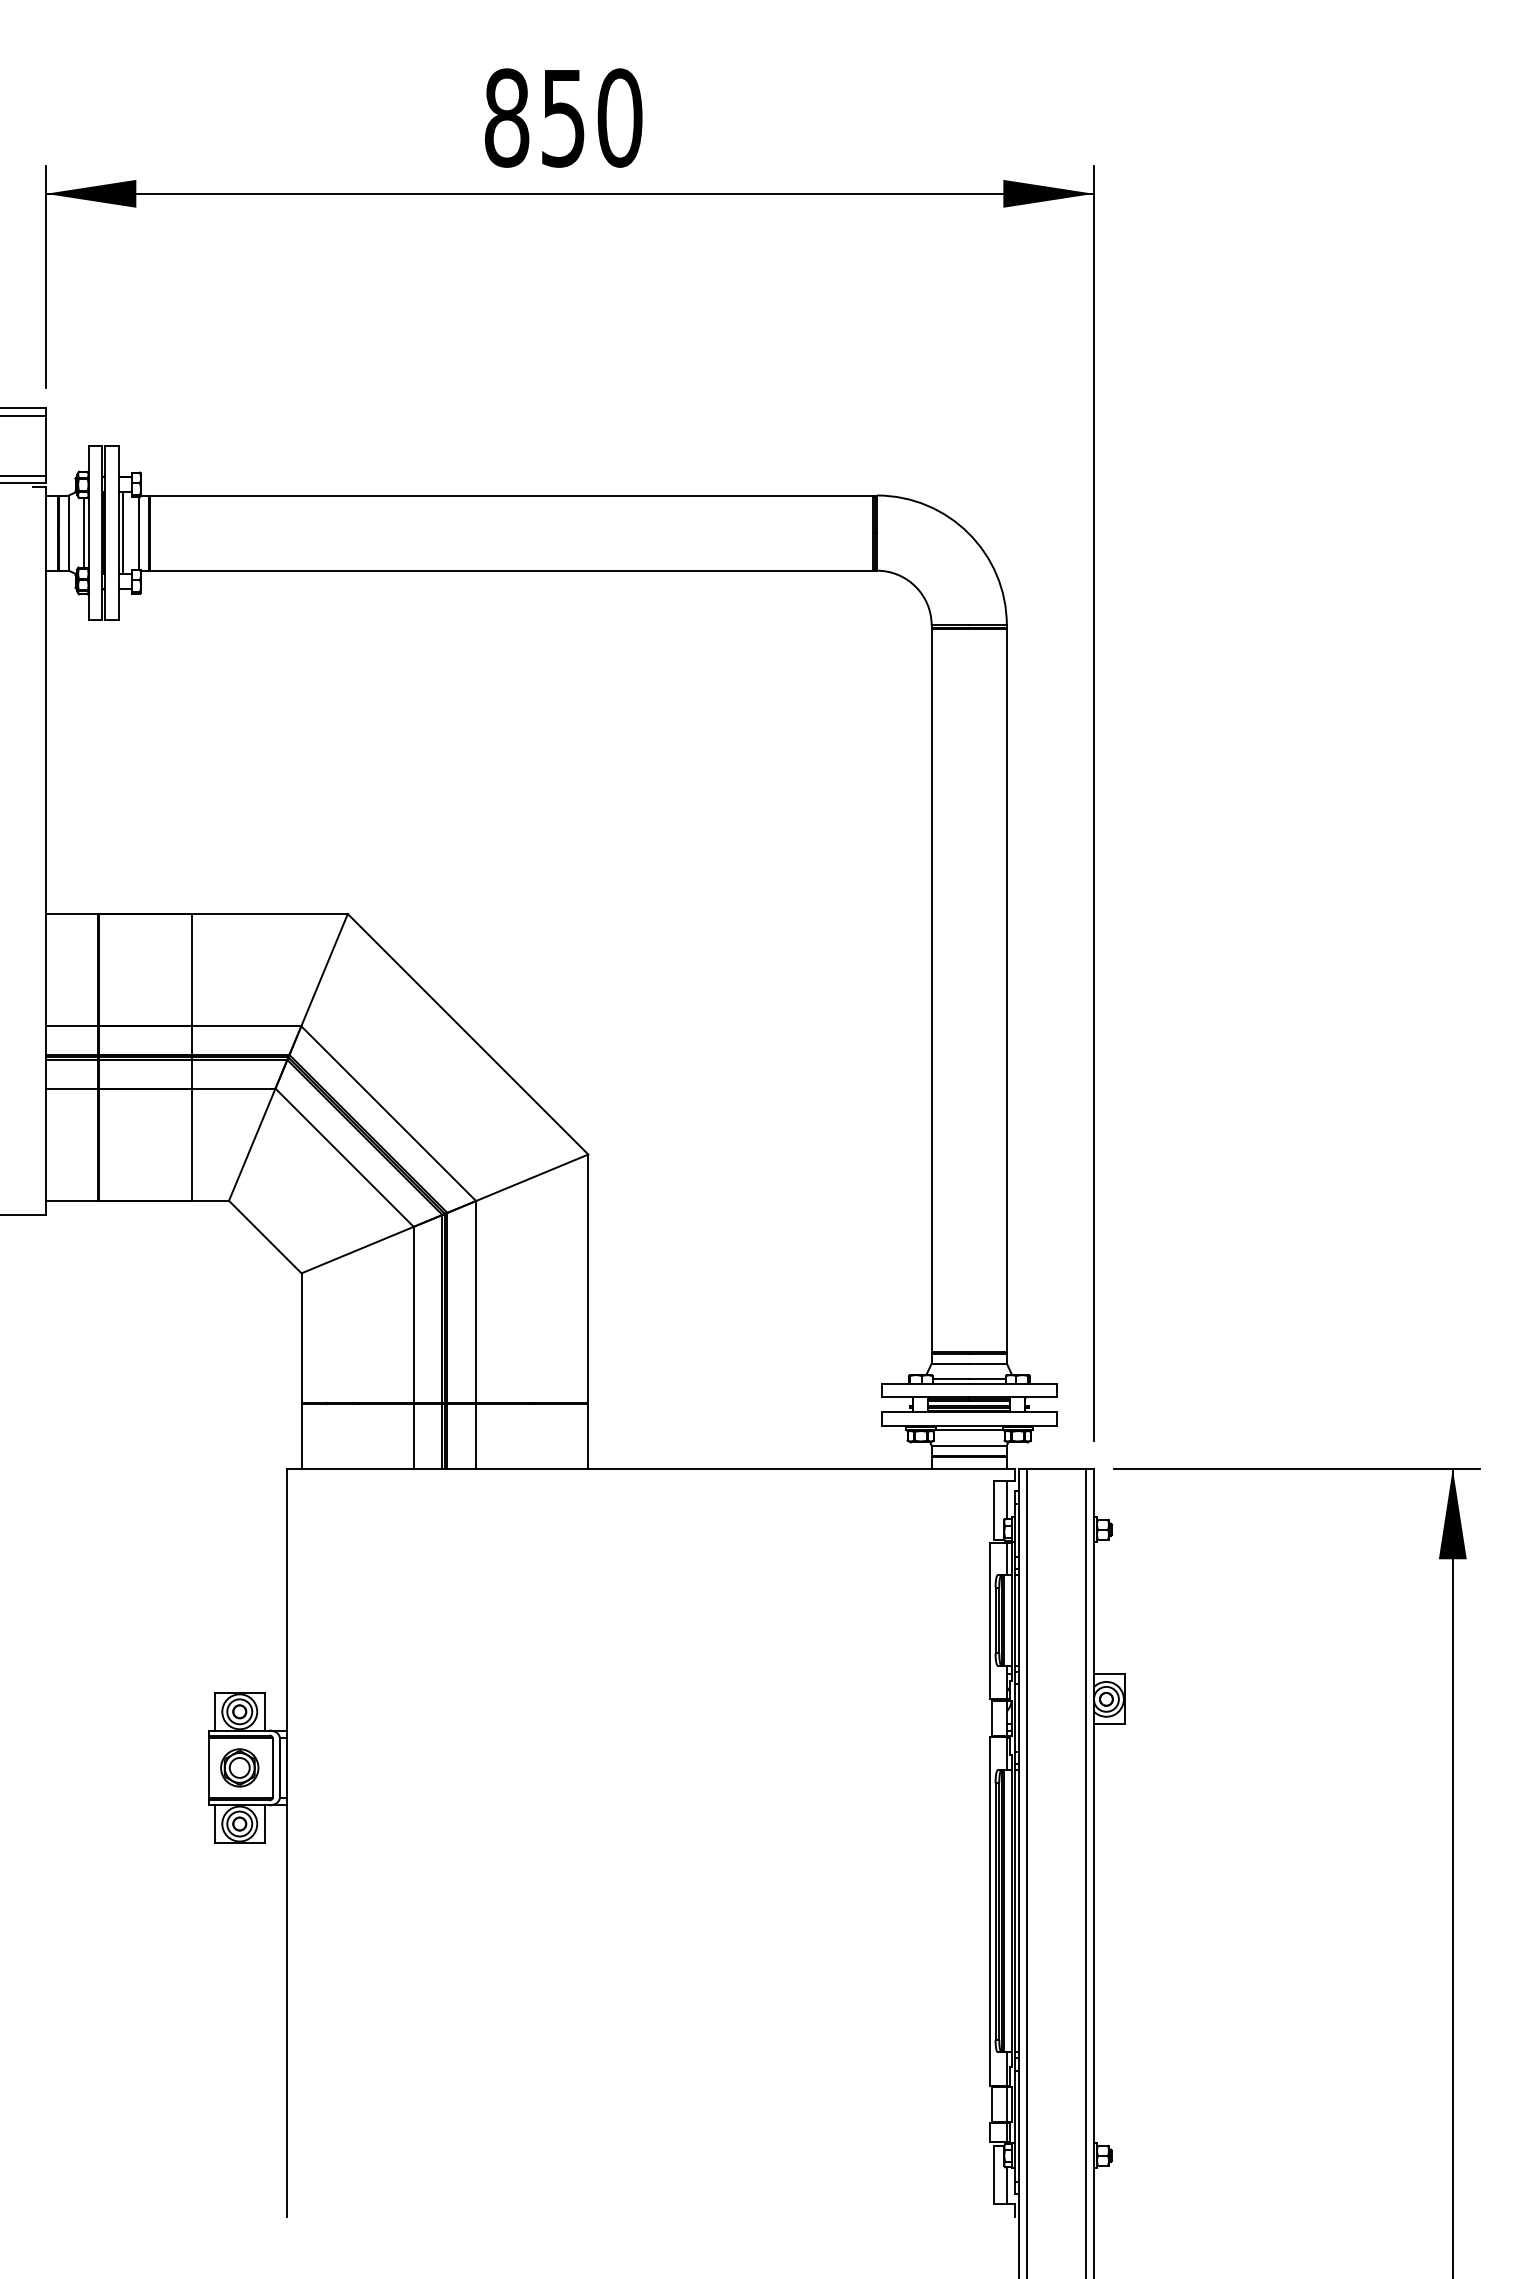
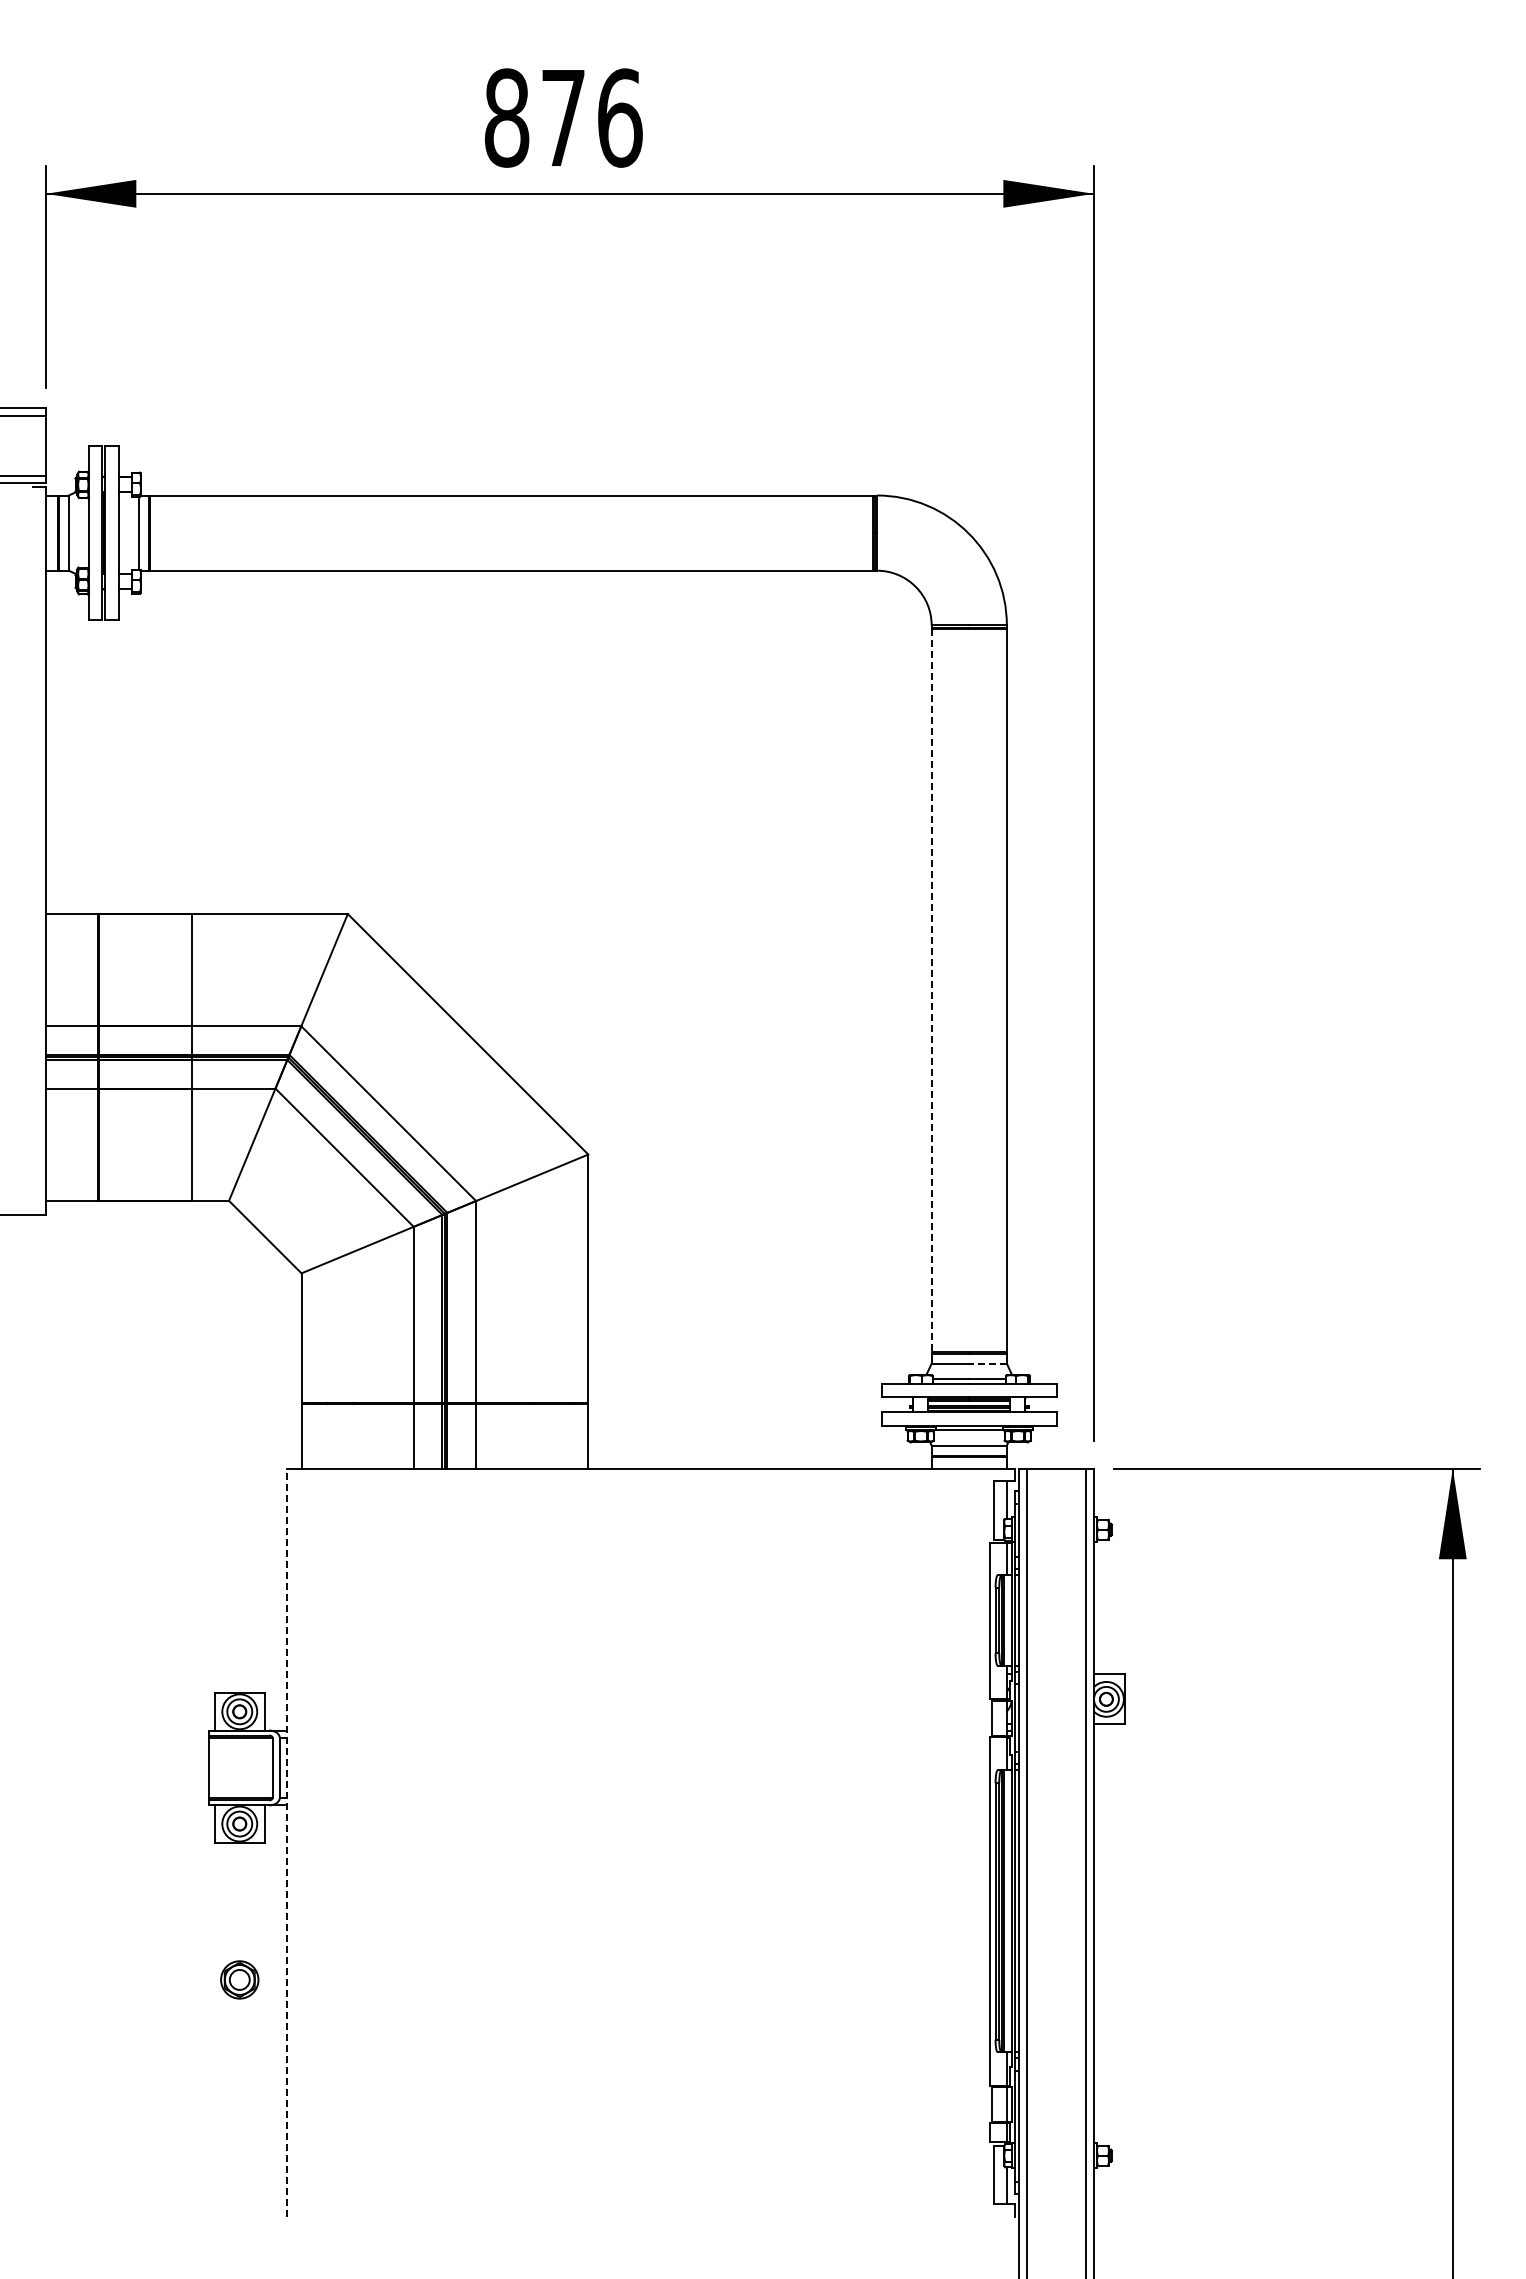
text at (592, 117): 850 -> 876
line at (84, 532): present -> none
line at (123, 533): present -> none
line at (931, 990): solid -> dashed
line at (988, 1363): solid -> dashed
part at (239, 1767) position: (239, 1767) -> (239, 1979)
line at (287, 1842): solid -> dashed
